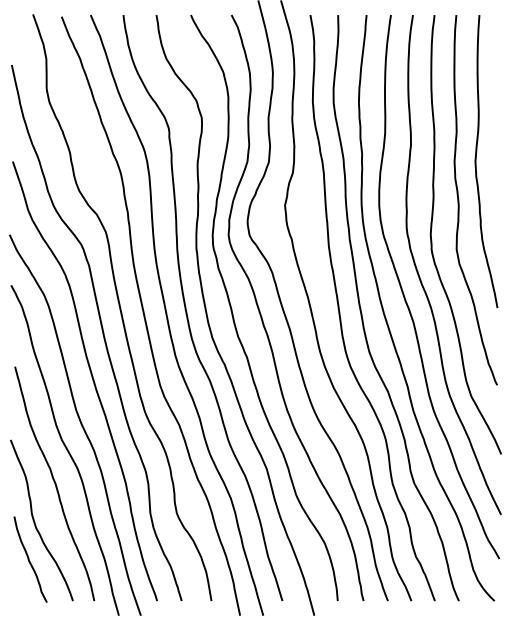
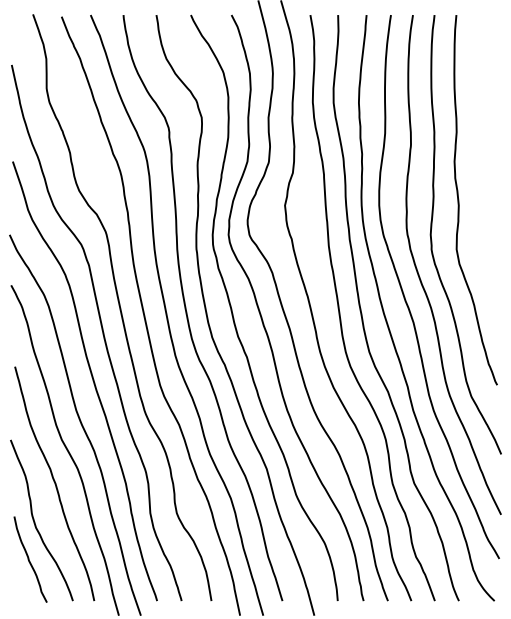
curve at (476, 161): present -> none
